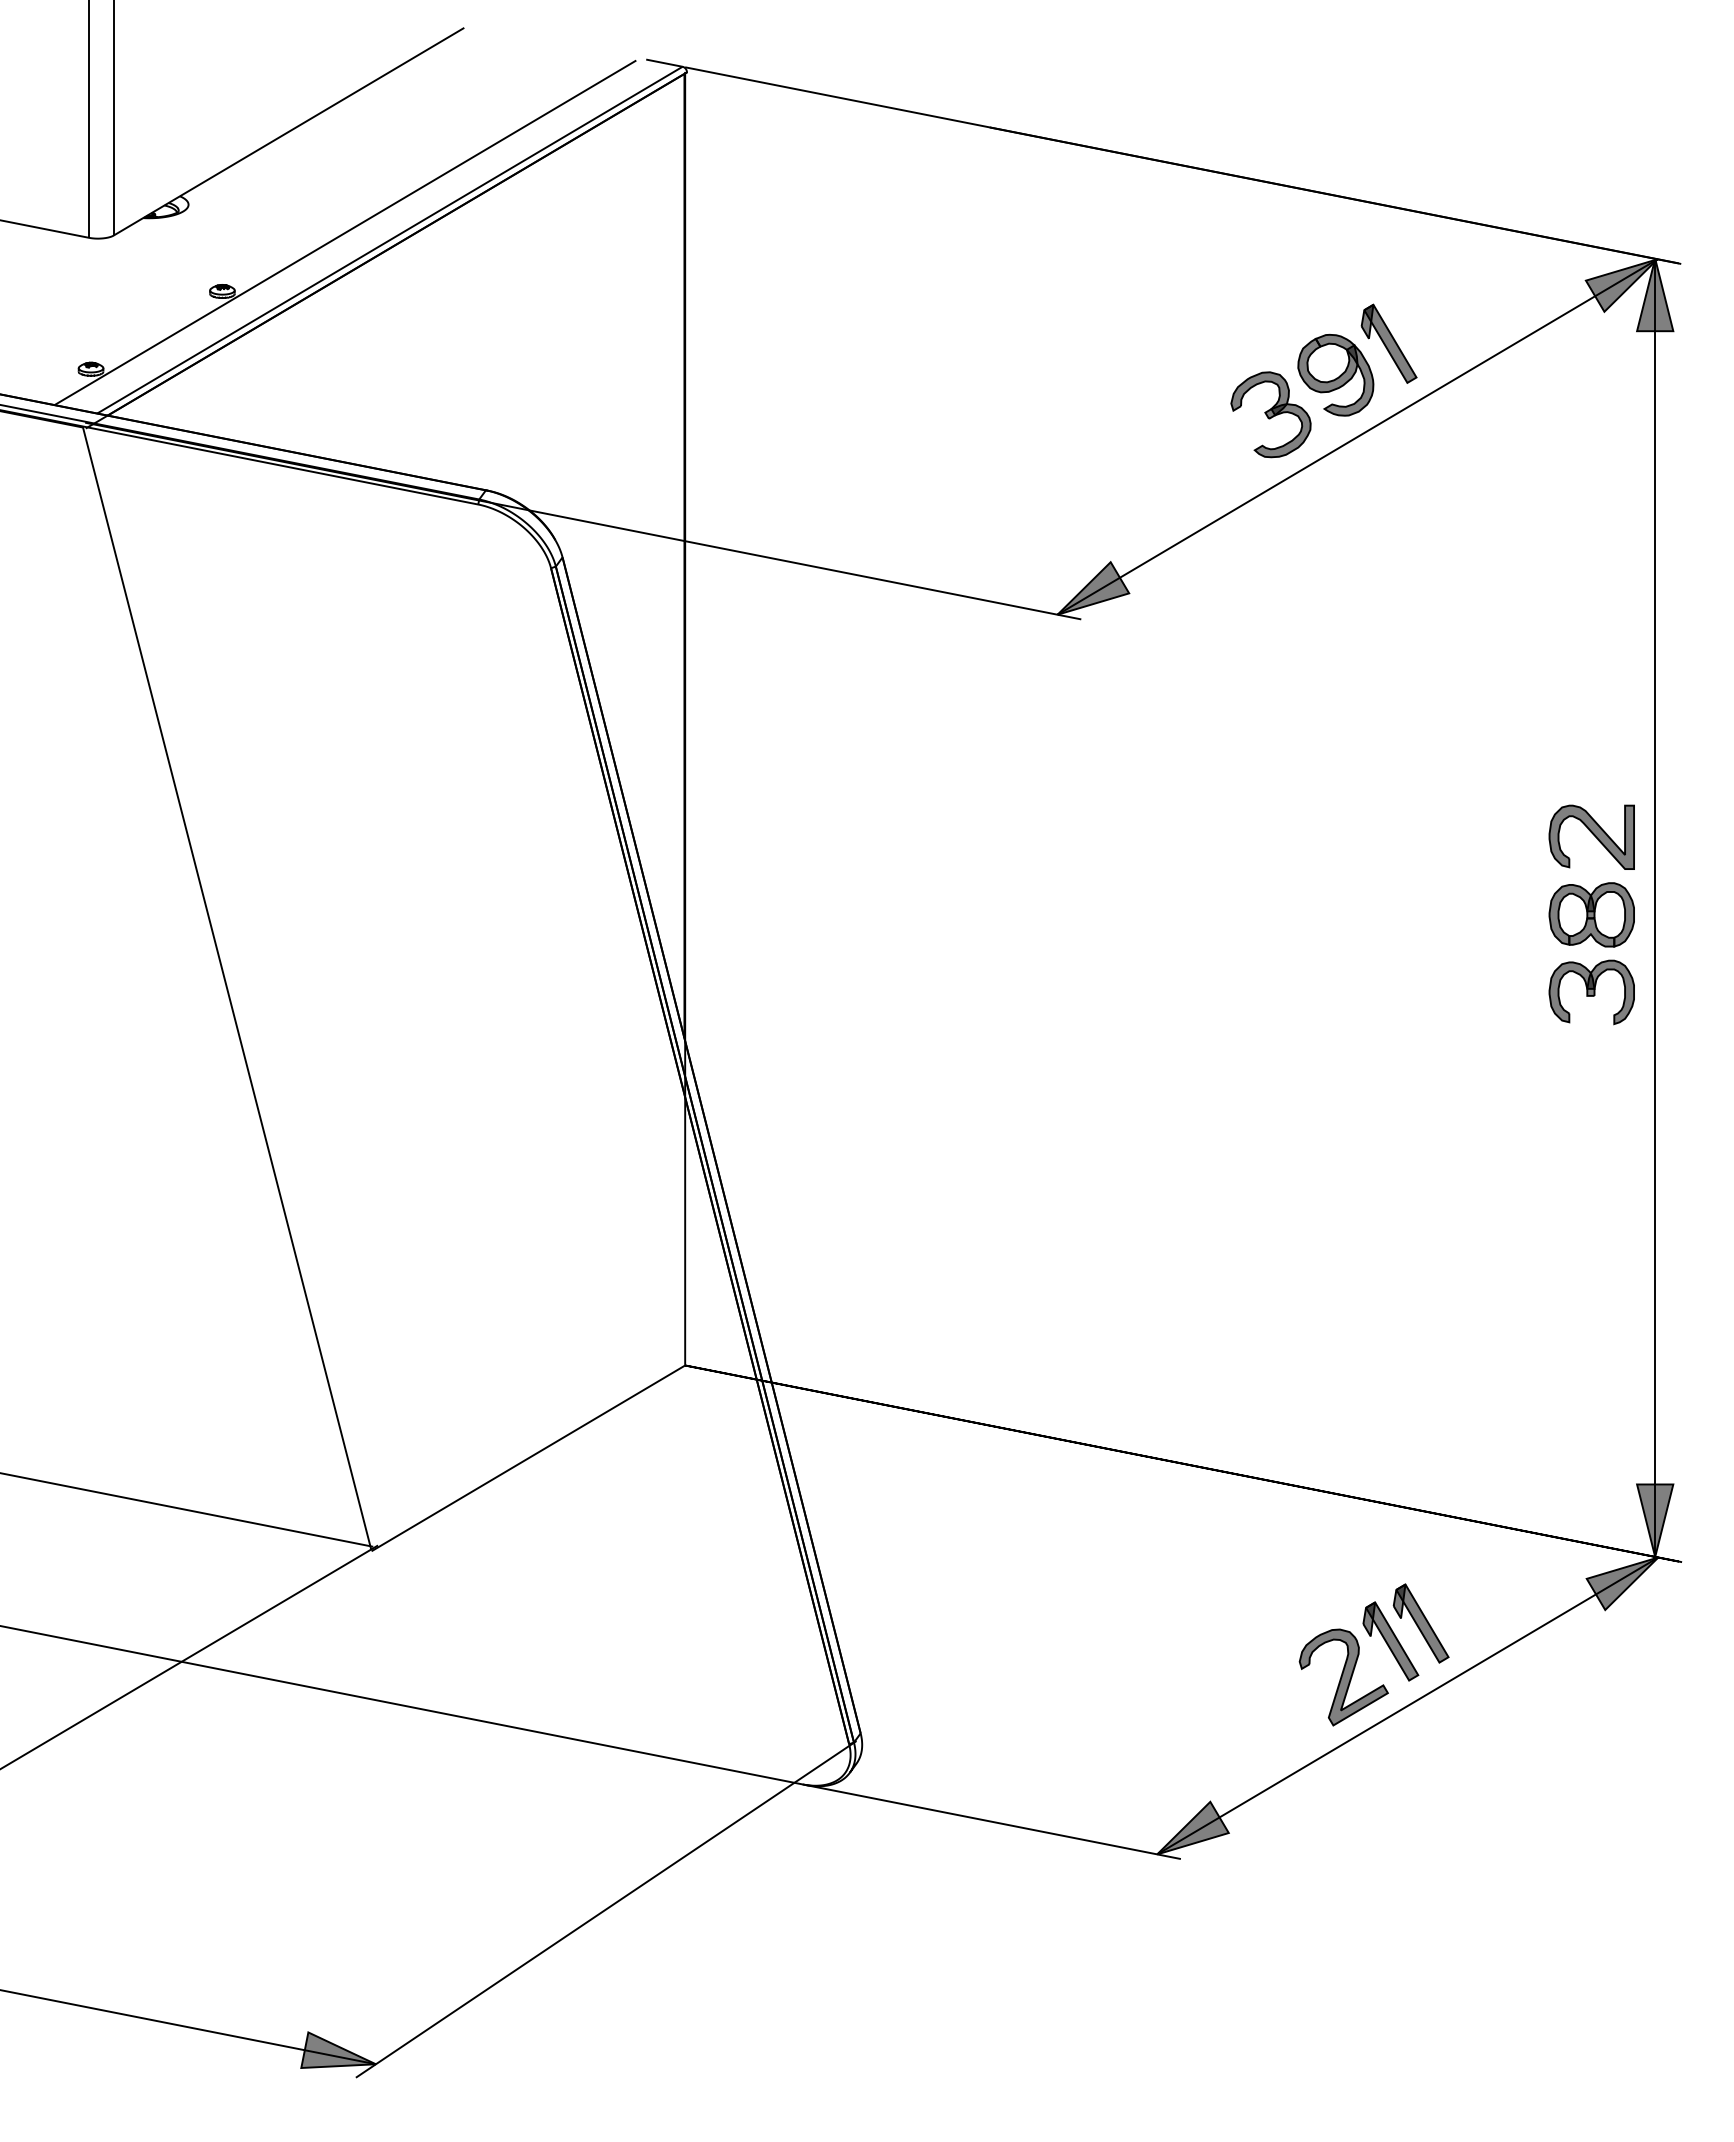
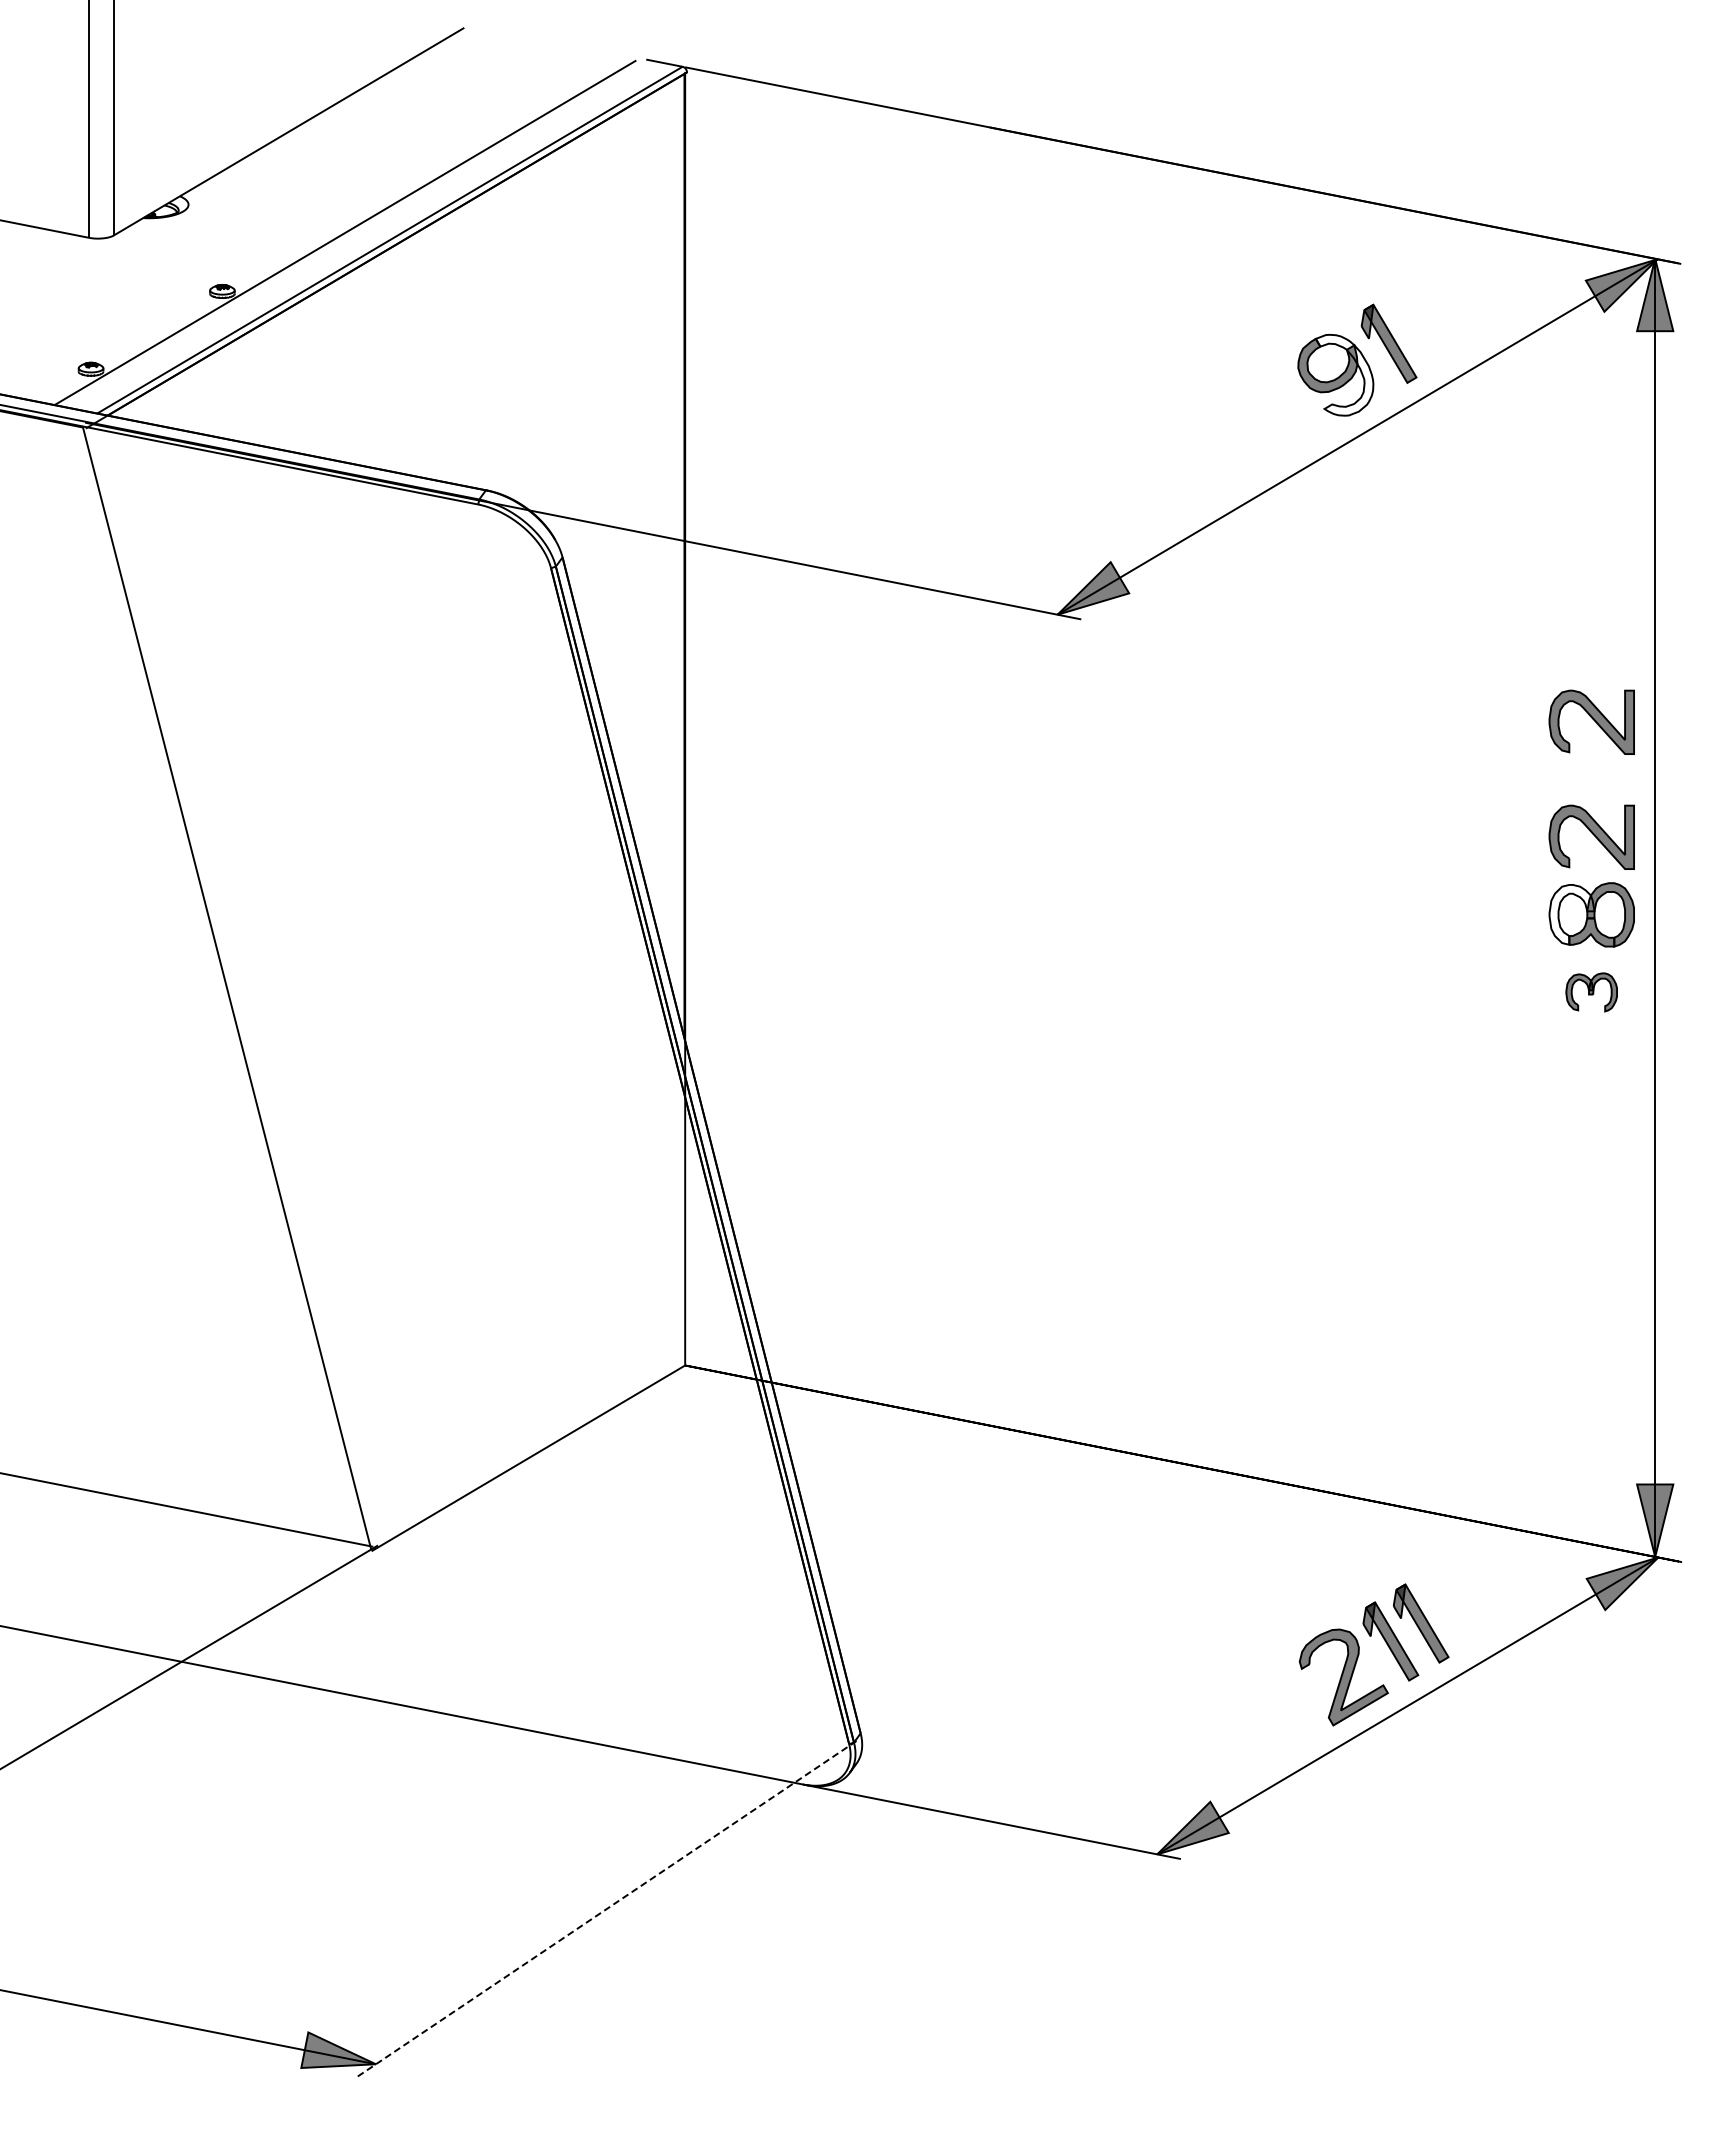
fill at (1344, 374): present -> none
part at (1270, 414): present -> none
part at (1591, 721): none -> present
fill at (1571, 914): present -> none
part at (1591, 992) size: 87x67 px -> 53x41 px
line at (606, 1909): solid -> dashed
